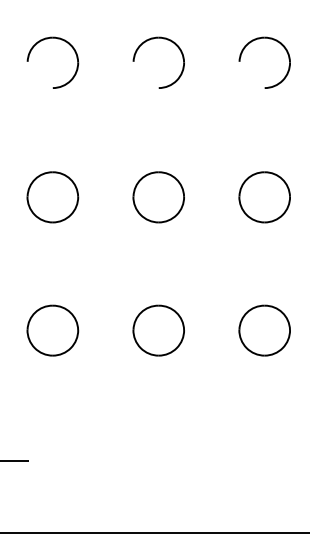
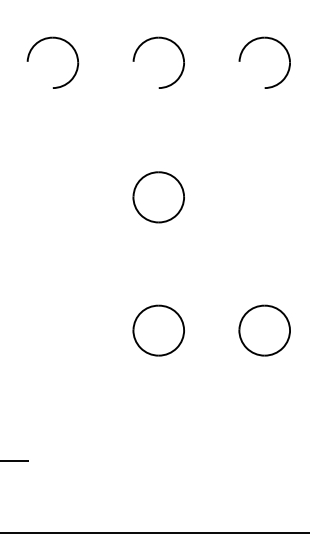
part at (52, 197): present -> none
part at (264, 197): present -> none
part at (52, 330): present -> none
